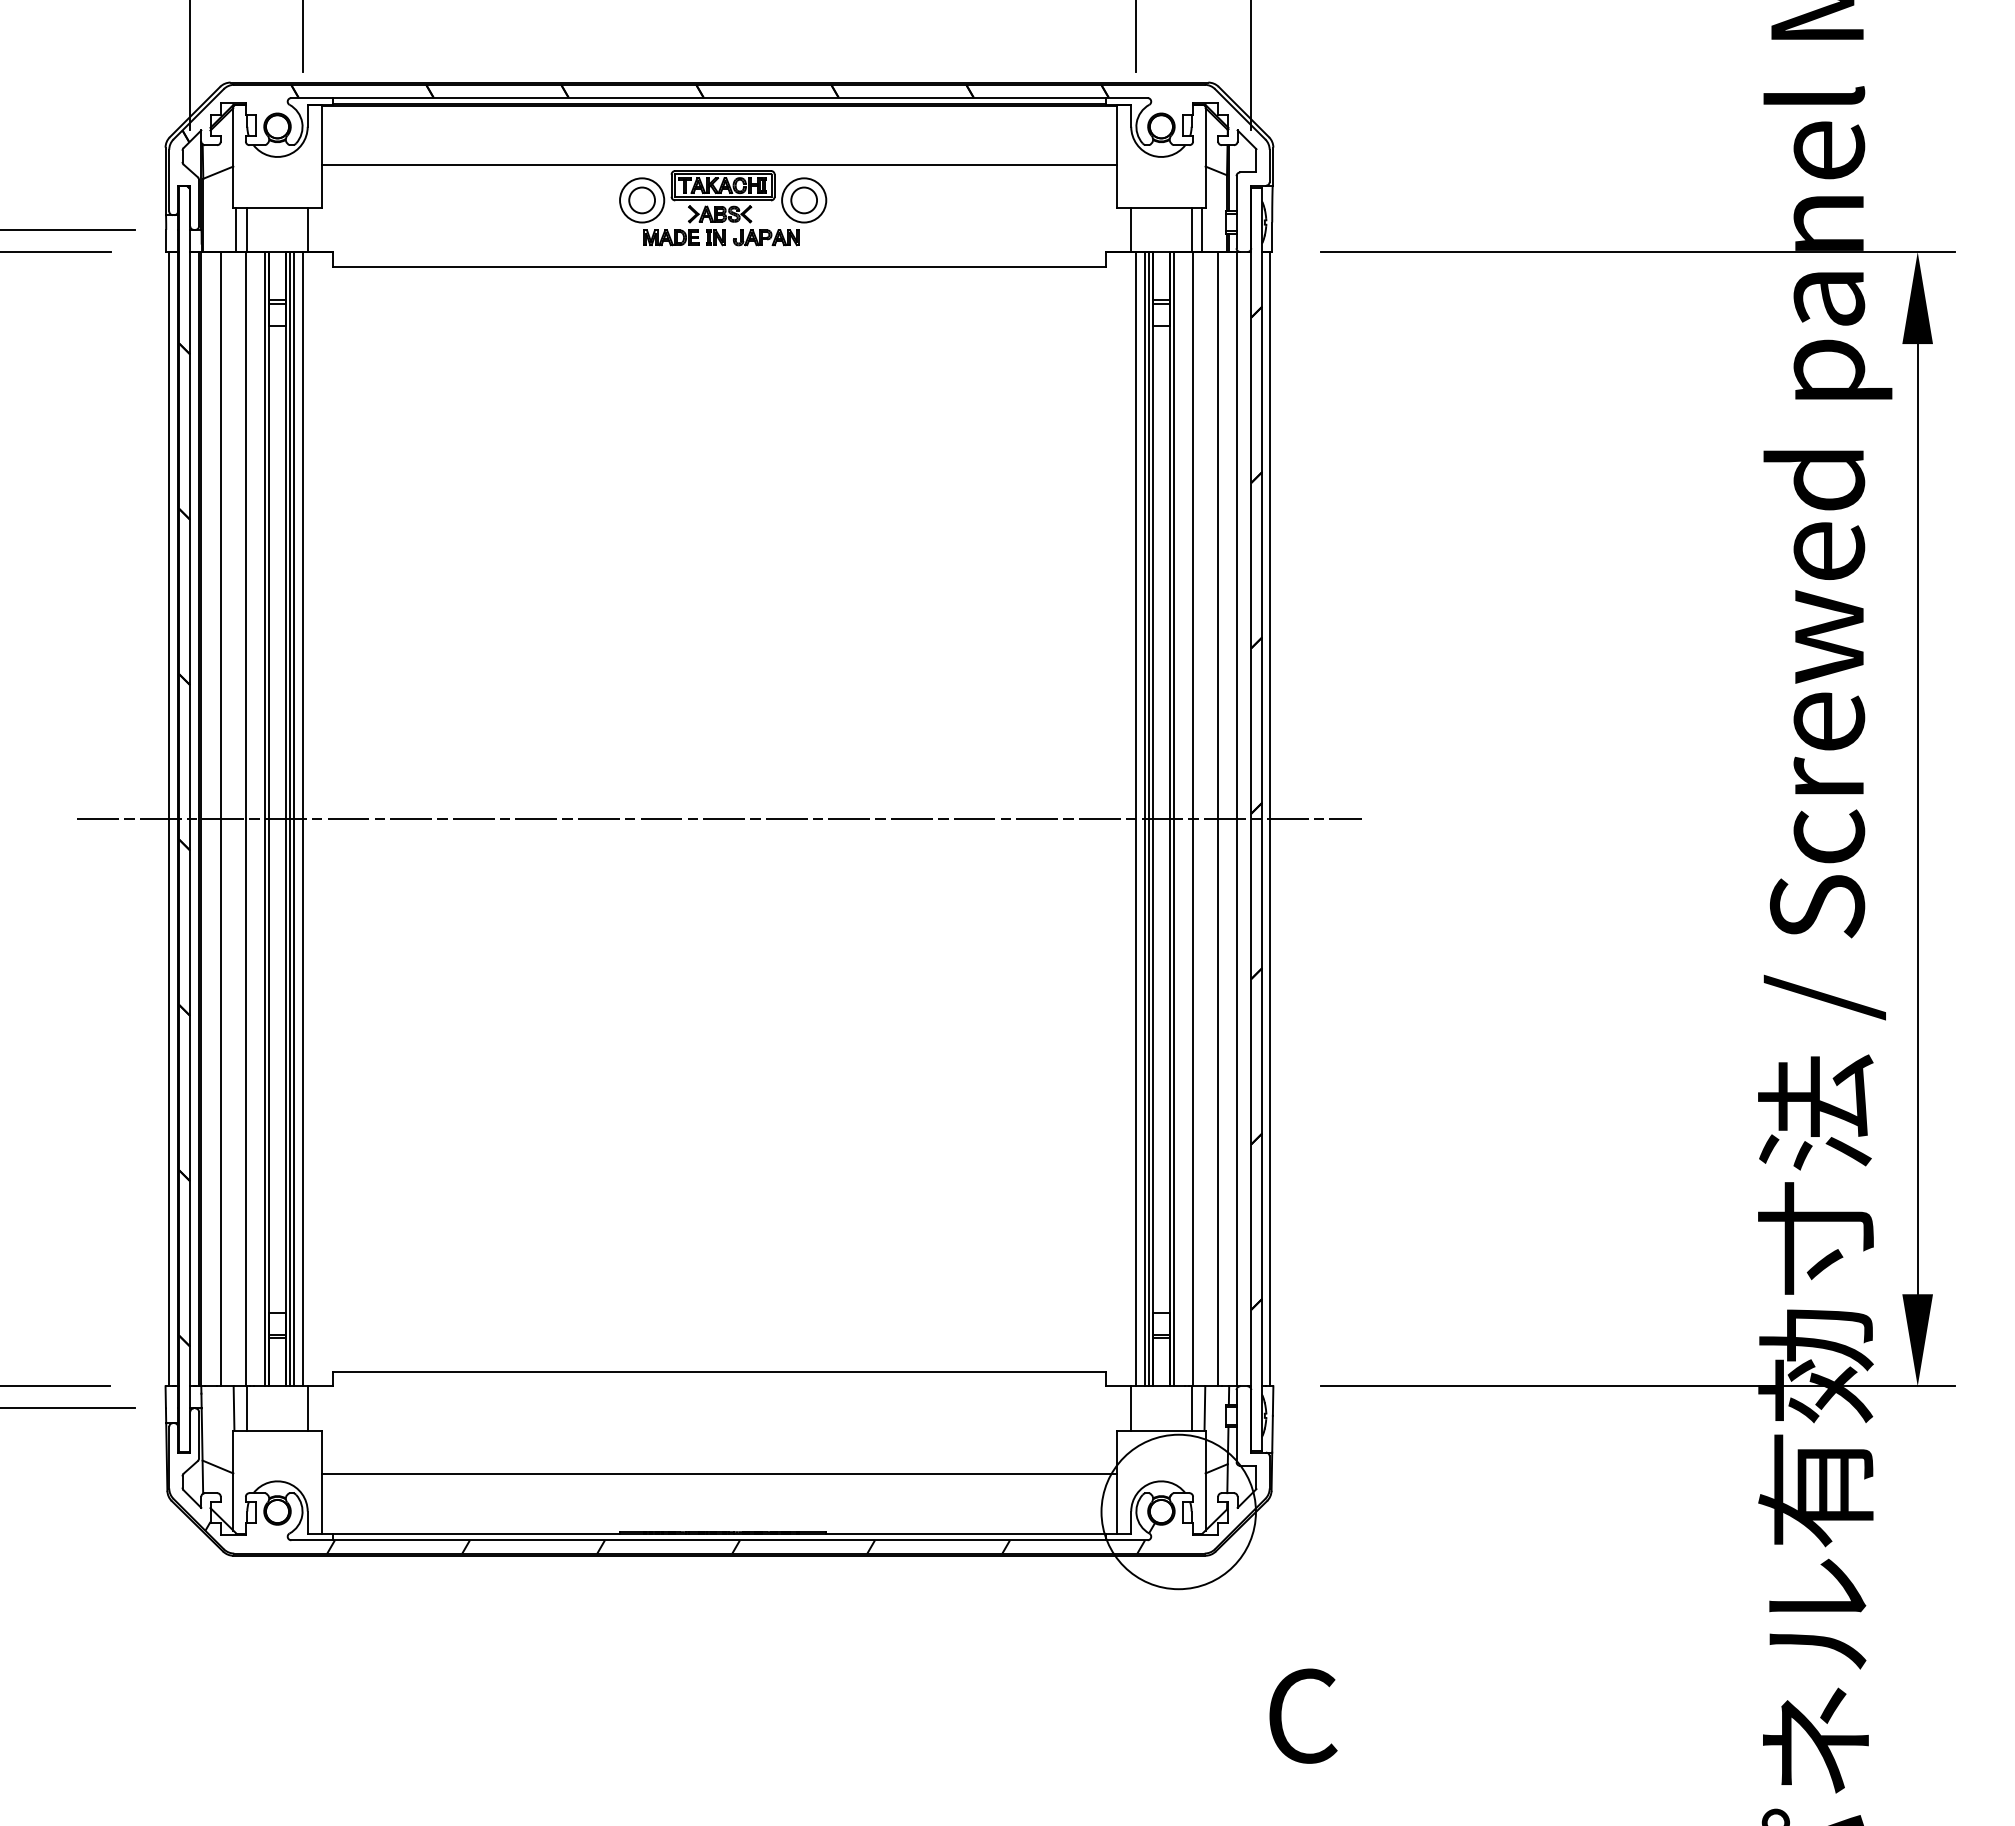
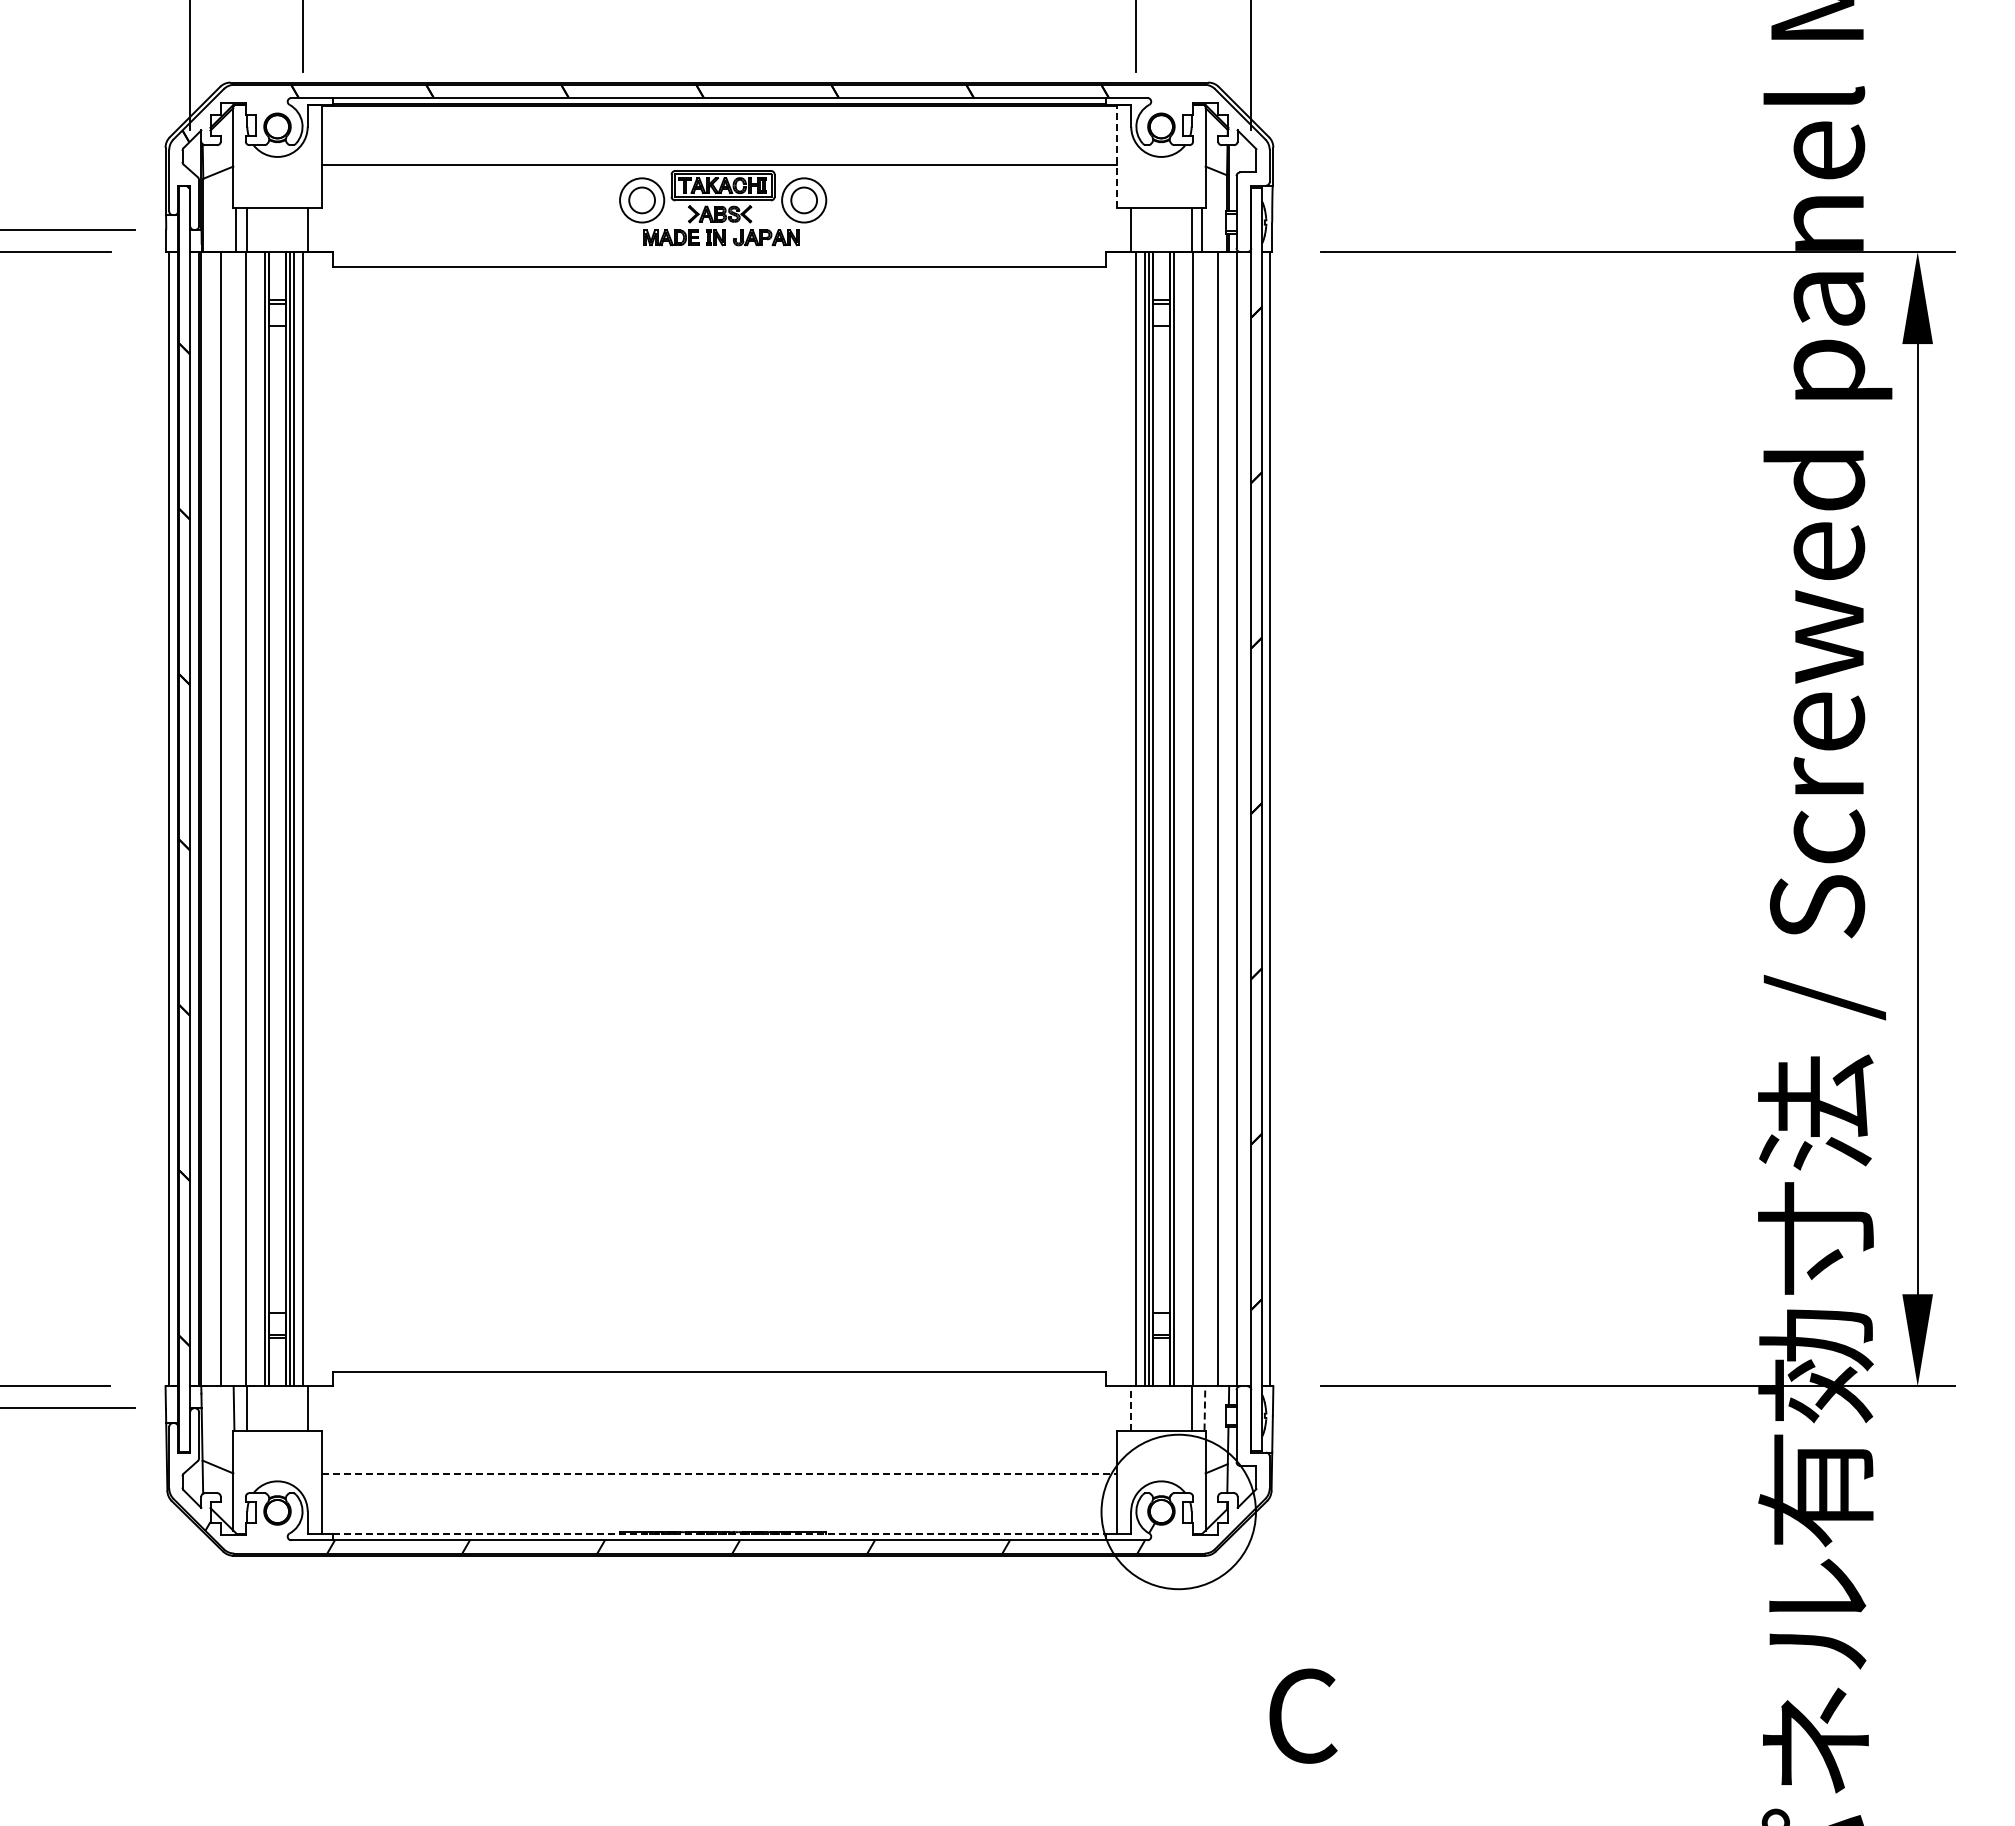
line at (1117, 156): solid -> dashed
line at (719, 819): present -> none
line at (1131, 1407): solid -> dashed
line at (1204, 1407): solid -> dashed
line at (719, 1474): solid -> dashed
line at (719, 1533): solid -> dashed
